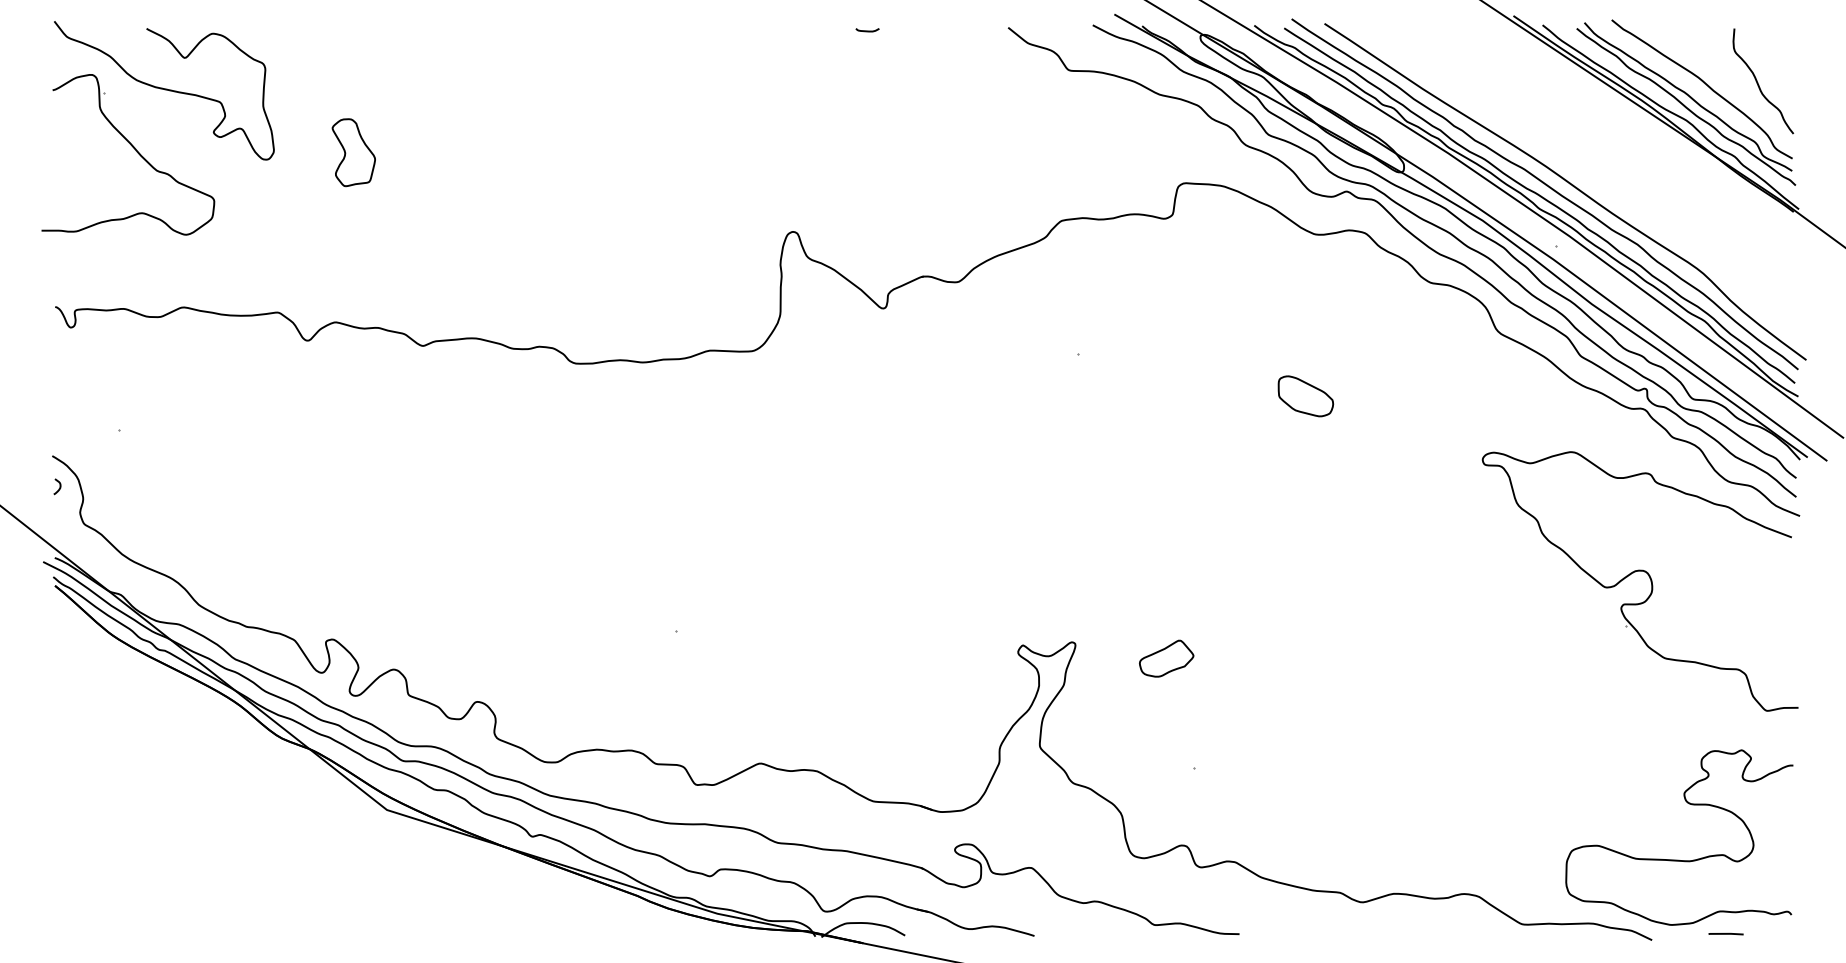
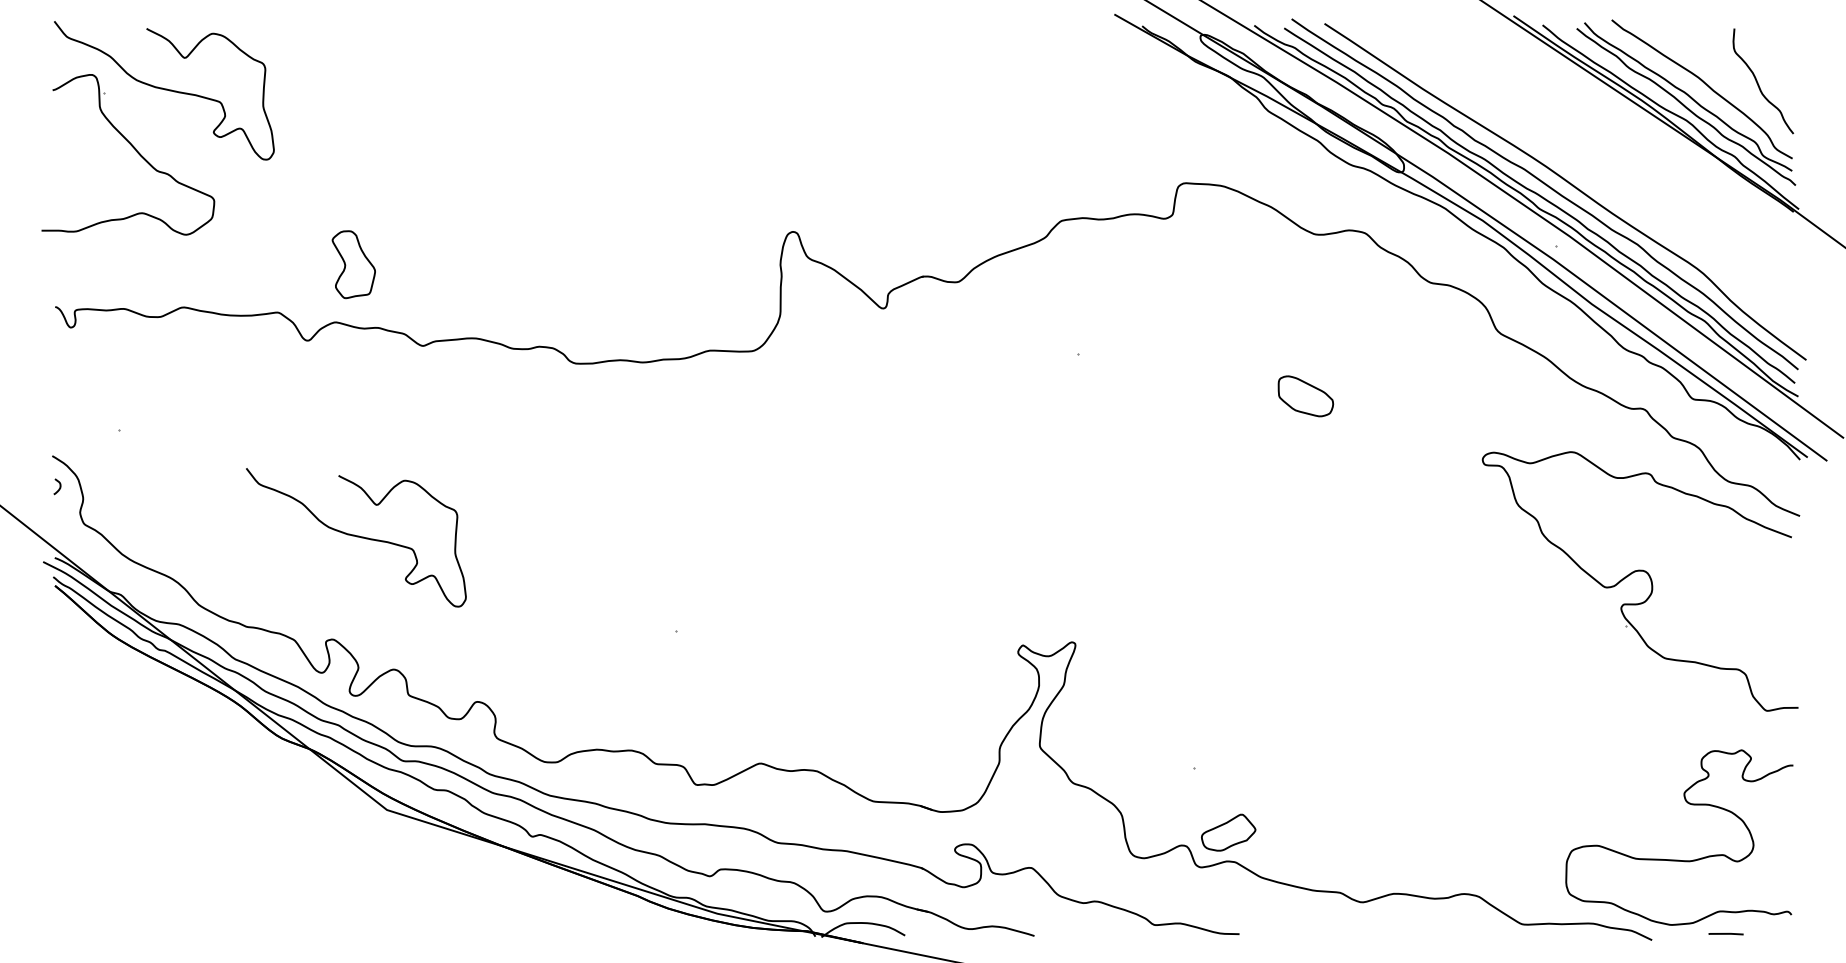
curve at (867, 30): present -> none
part at (353, 152) position: (353, 152) -> (353, 264)
part at (1416, 239): present -> none
curve at (356, 537): none -> present
part at (1166, 658) position: (1166, 658) -> (1228, 832)
